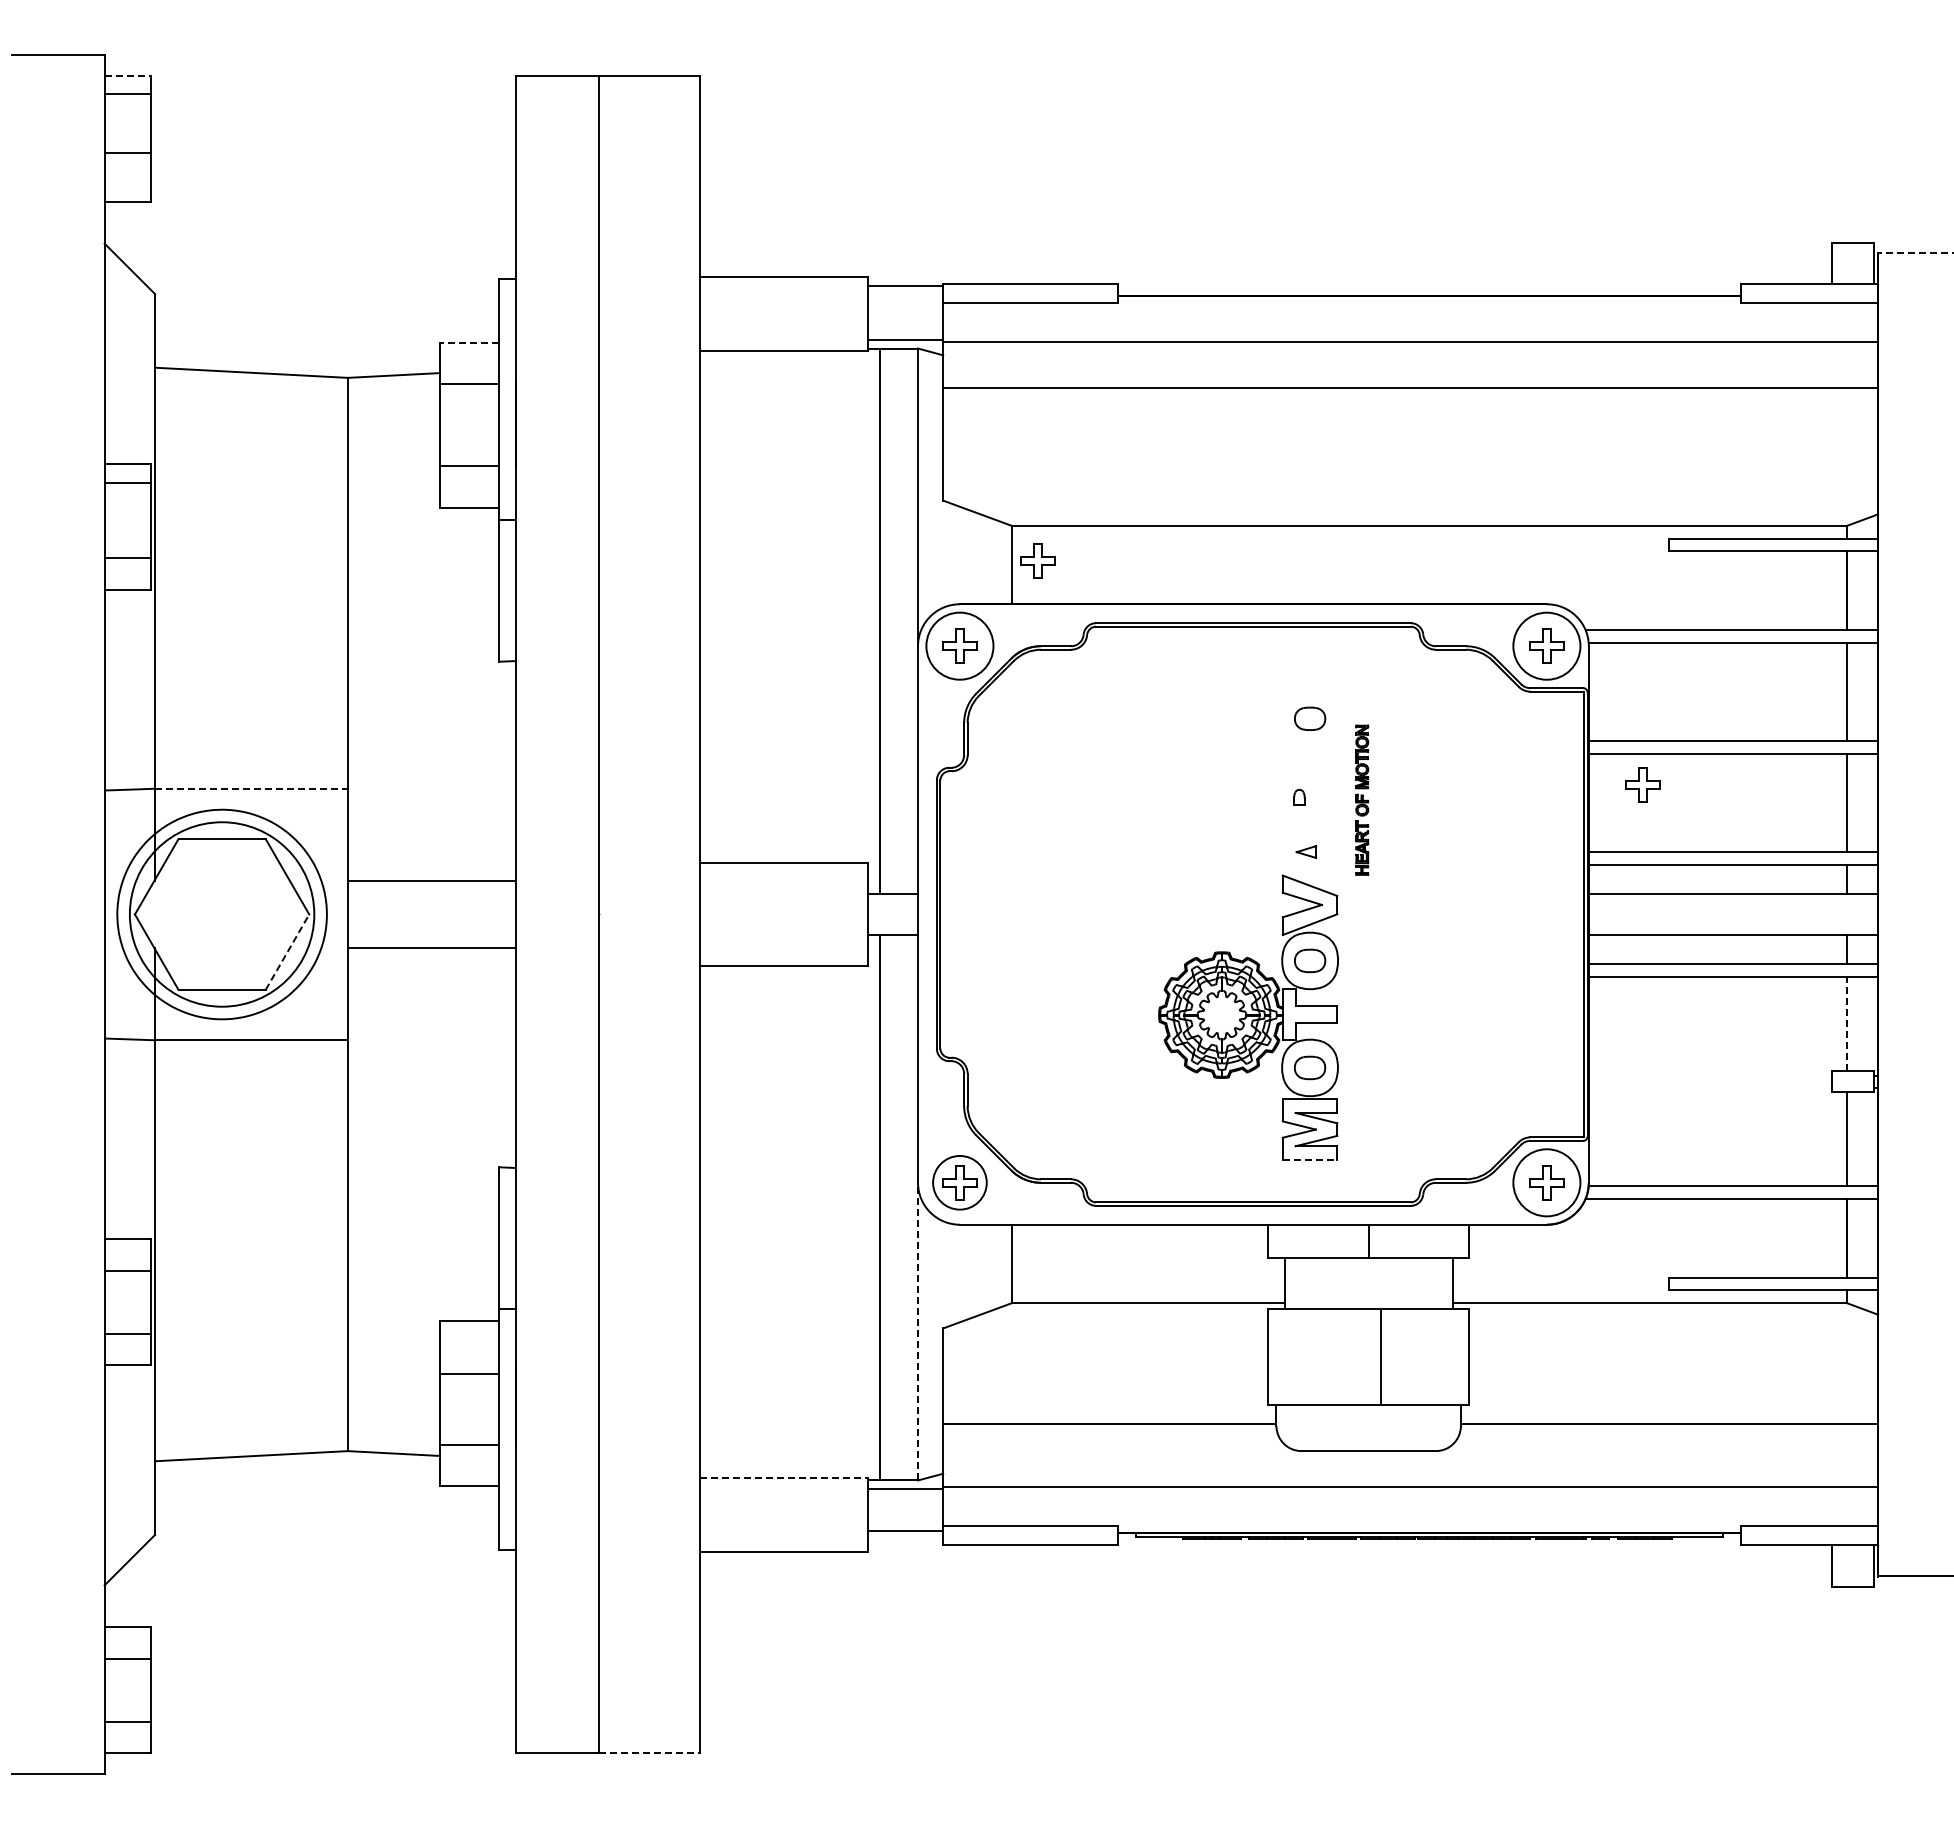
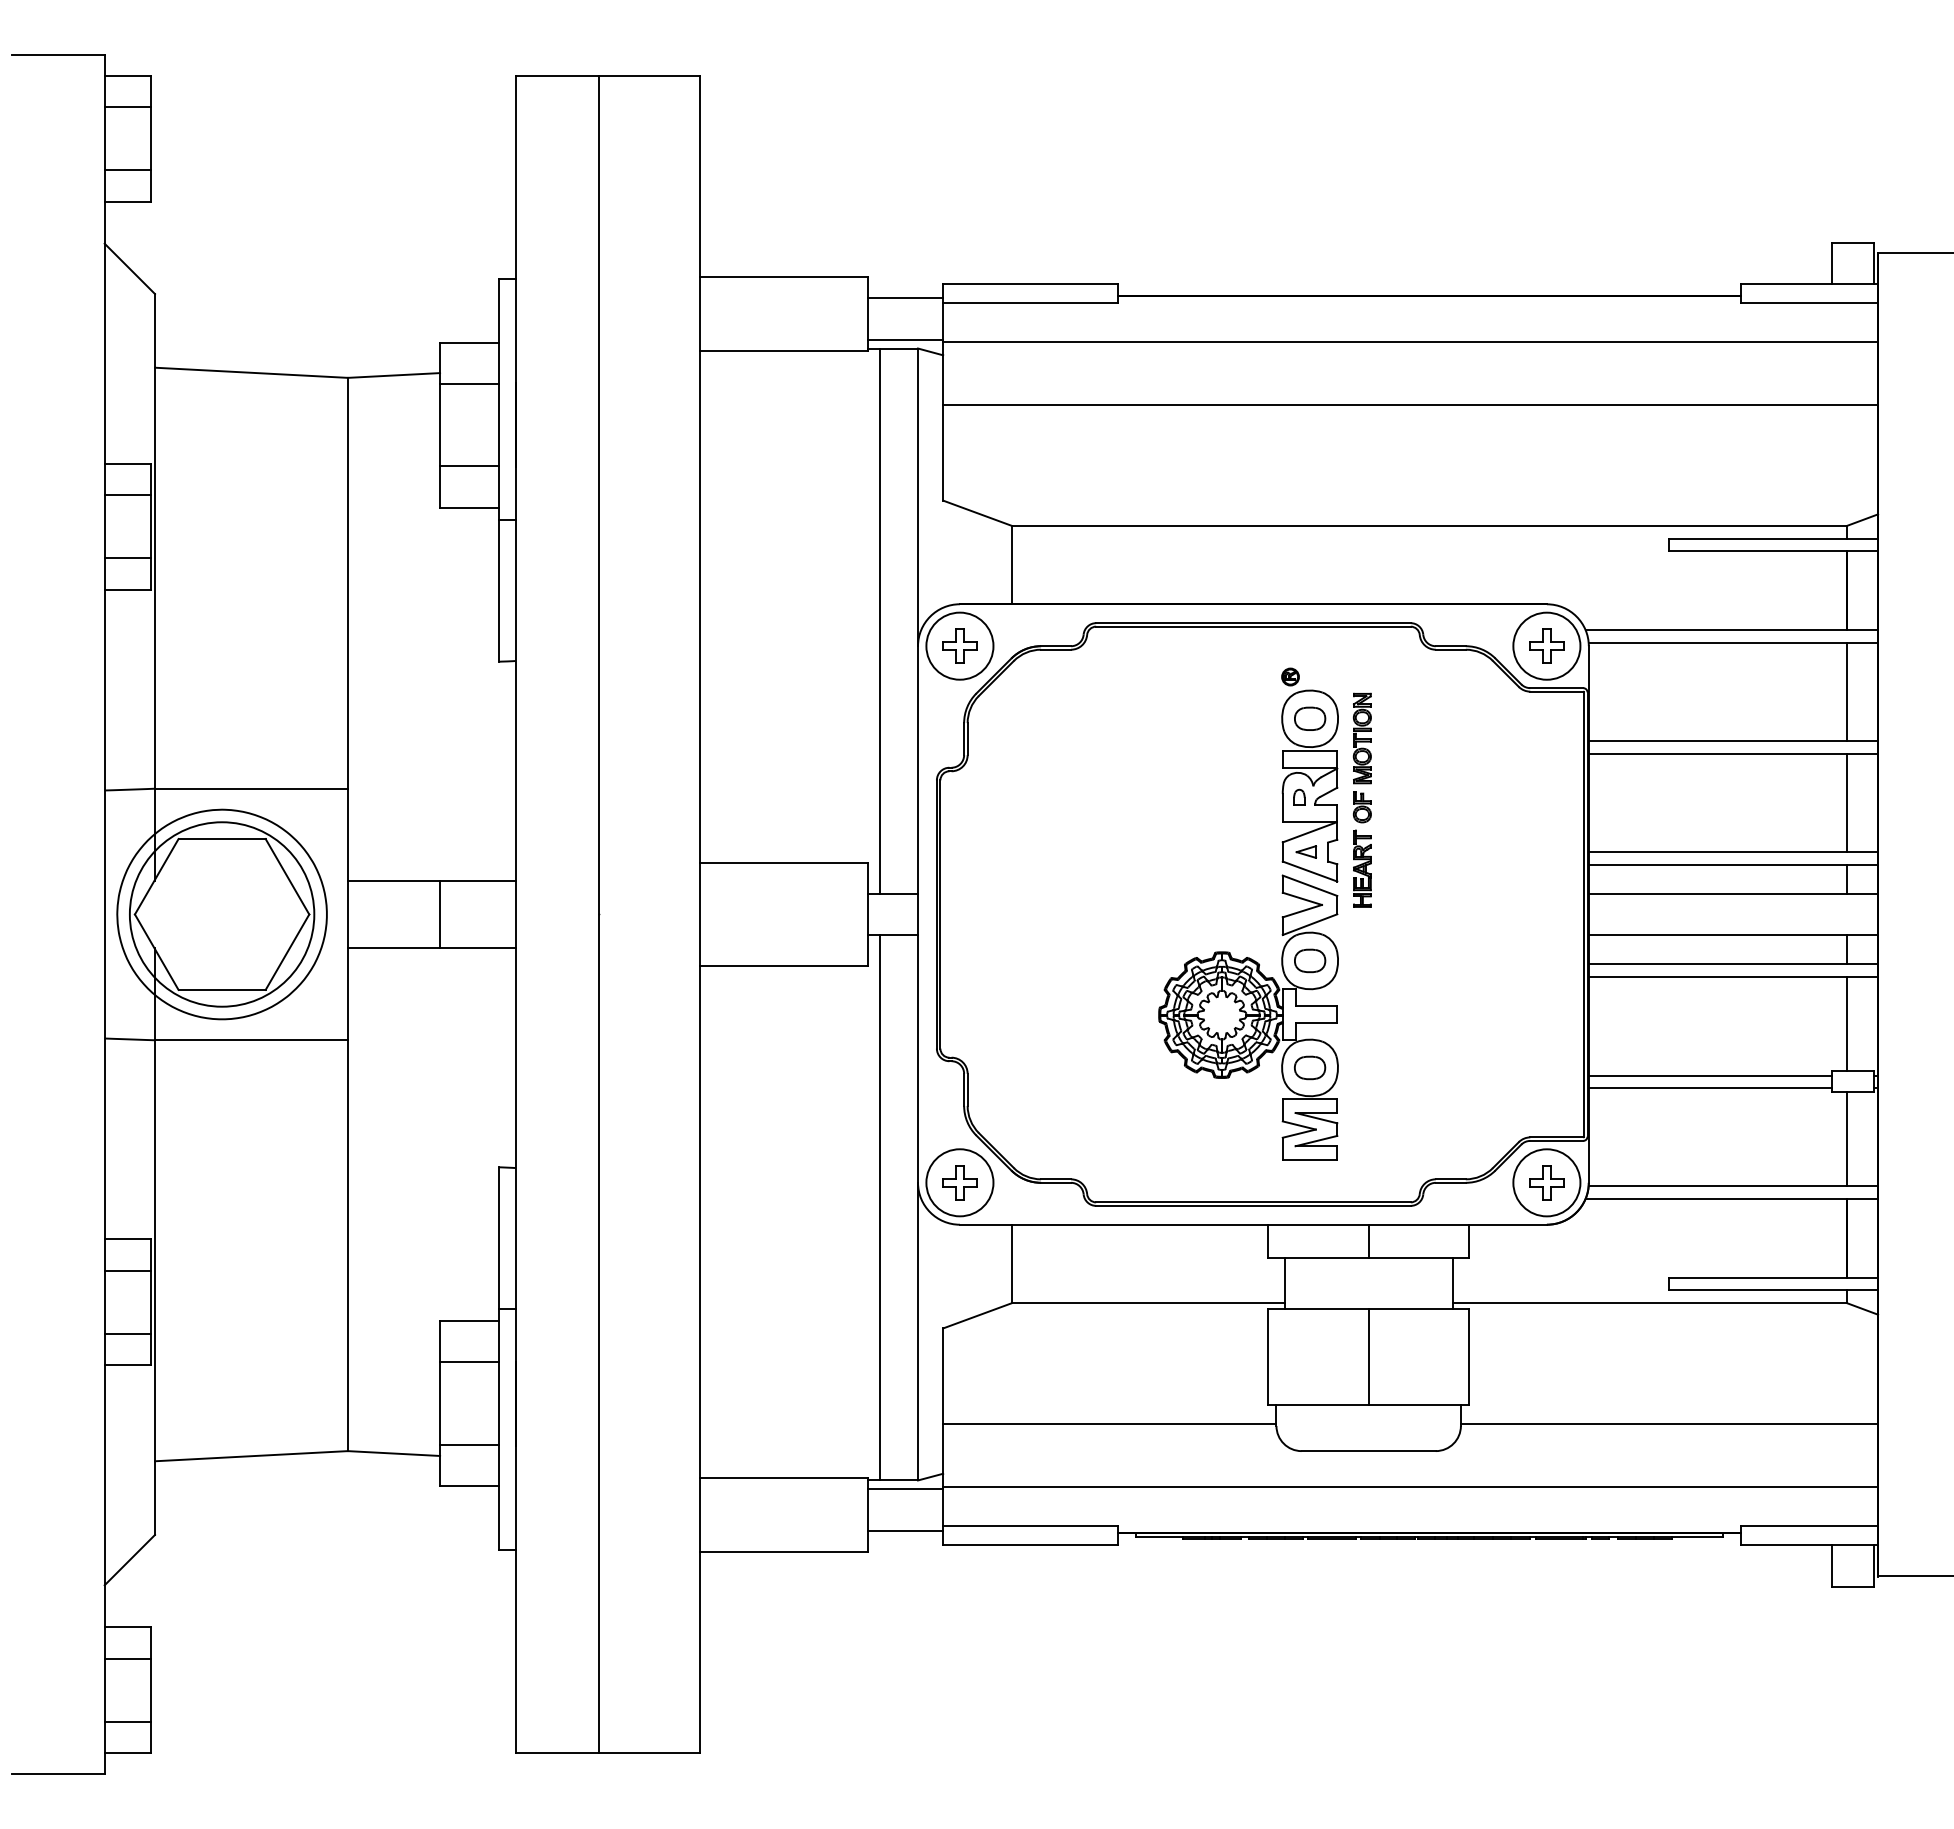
line at (128, 76): dashed -> solid
line at (127, 94) position: (127, 94) -> (127, 107)
line at (127, 153) position: (127, 153) -> (127, 170)
line at (1916, 252): dashed -> solid
line at (905, 286) position: (905, 286) -> (905, 298)
line at (468, 343): dashed -> solid
line at (1410, 388) position: (1410, 388) -> (1410, 405)
line at (127, 483) position: (127, 483) -> (127, 495)
part at (1037, 560): present -> none
part at (1309, 774): none -> present
part at (1642, 784): present -> none
line at (251, 788): dashed -> solid
part at (1362, 799) size: 15x152 px -> 20x216 px
line at (440, 914): none -> present
line at (287, 952): dashed -> solid
line at (1847, 1023): dashed -> solid
line at (1709, 1075): none -> present
line at (1709, 1088): none -> present
line at (1310, 1160): dashed -> solid
circle at (959, 1182) diameter: 54 px -> 67 px
line at (918, 1331): dashed -> solid
line at (1380, 1356) position: (1380, 1356) -> (1368, 1356)
line at (469, 1374) position: (469, 1374) -> (469, 1362)
line at (783, 1478): dashed -> solid
line at (650, 1752): dashed -> solid
